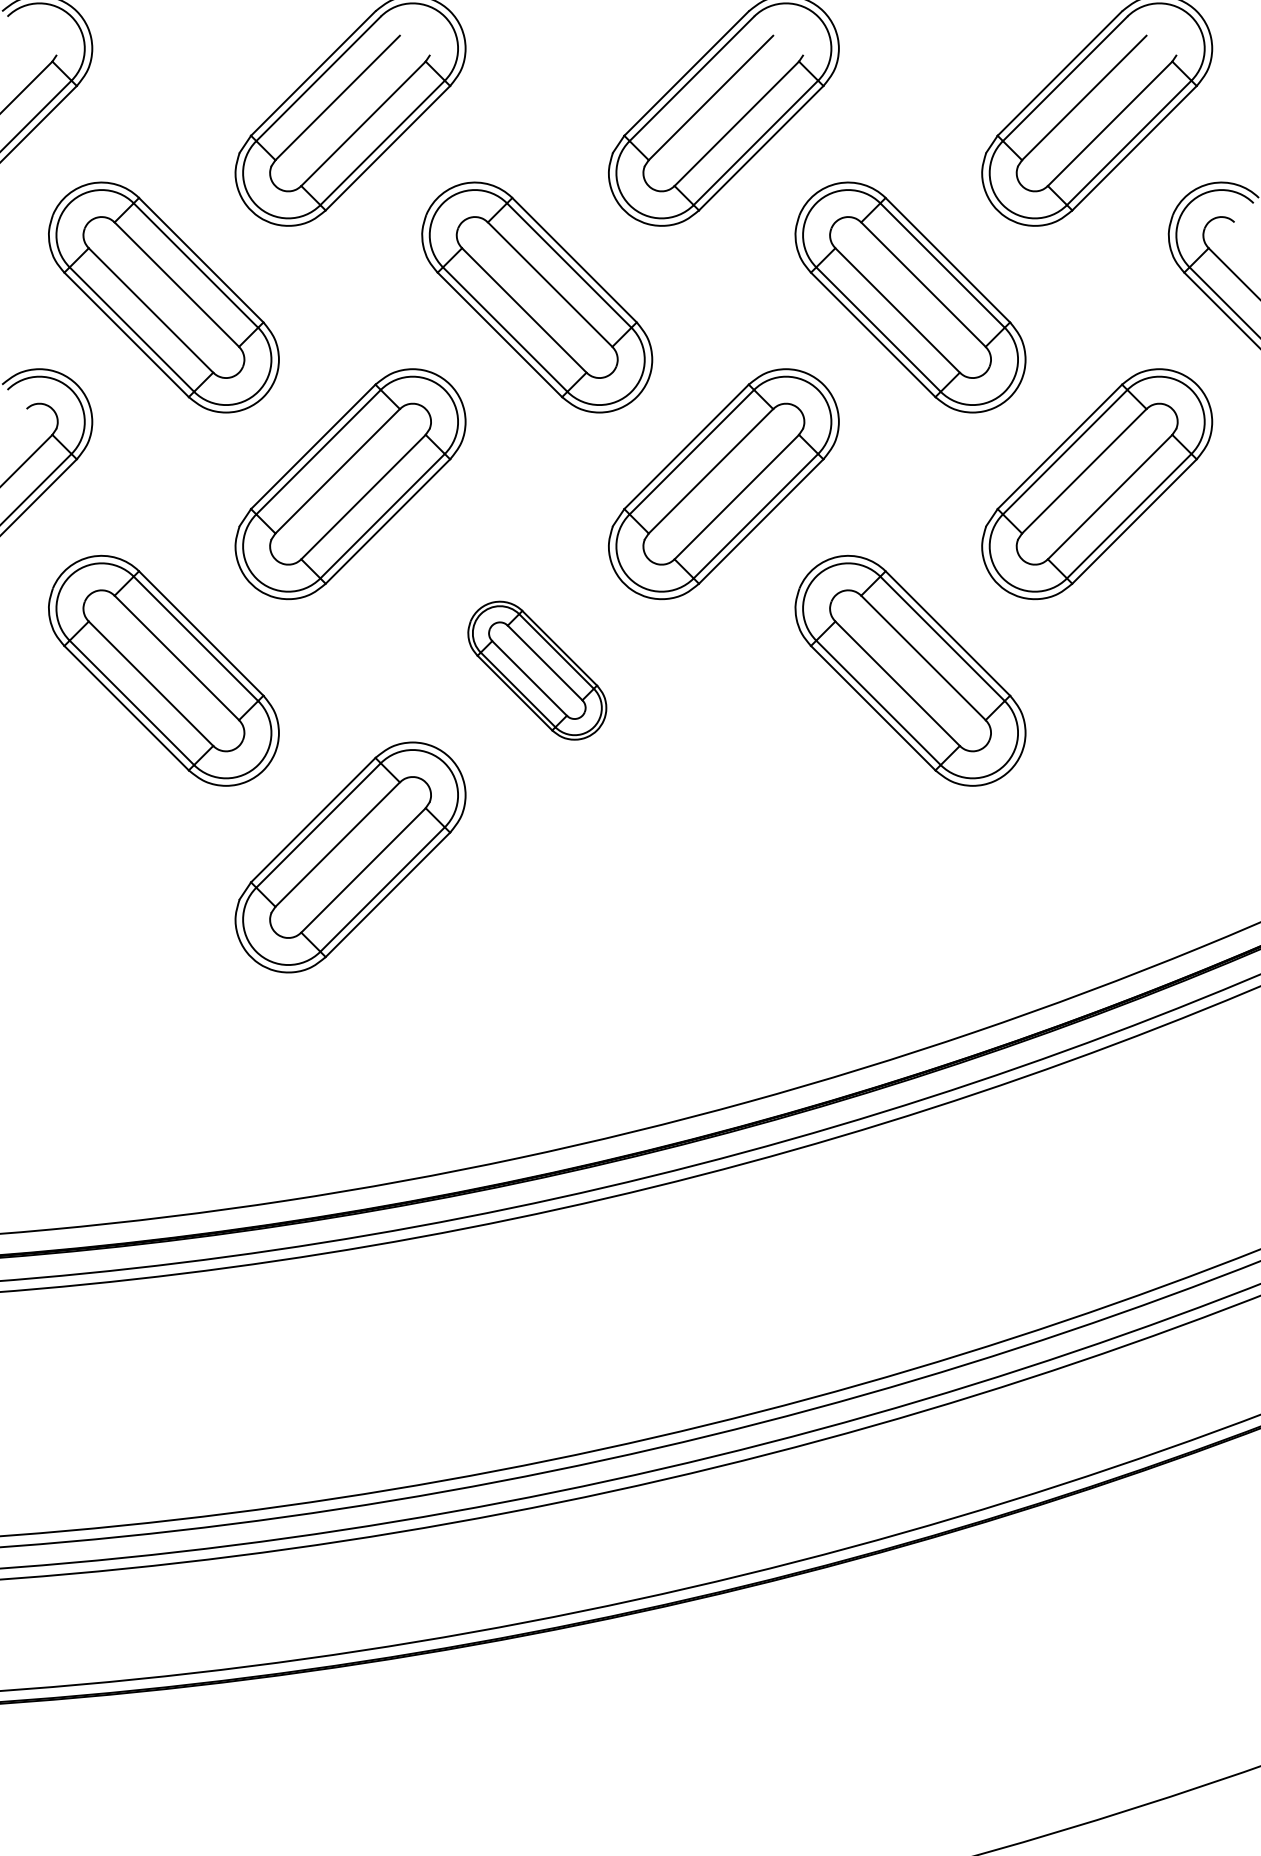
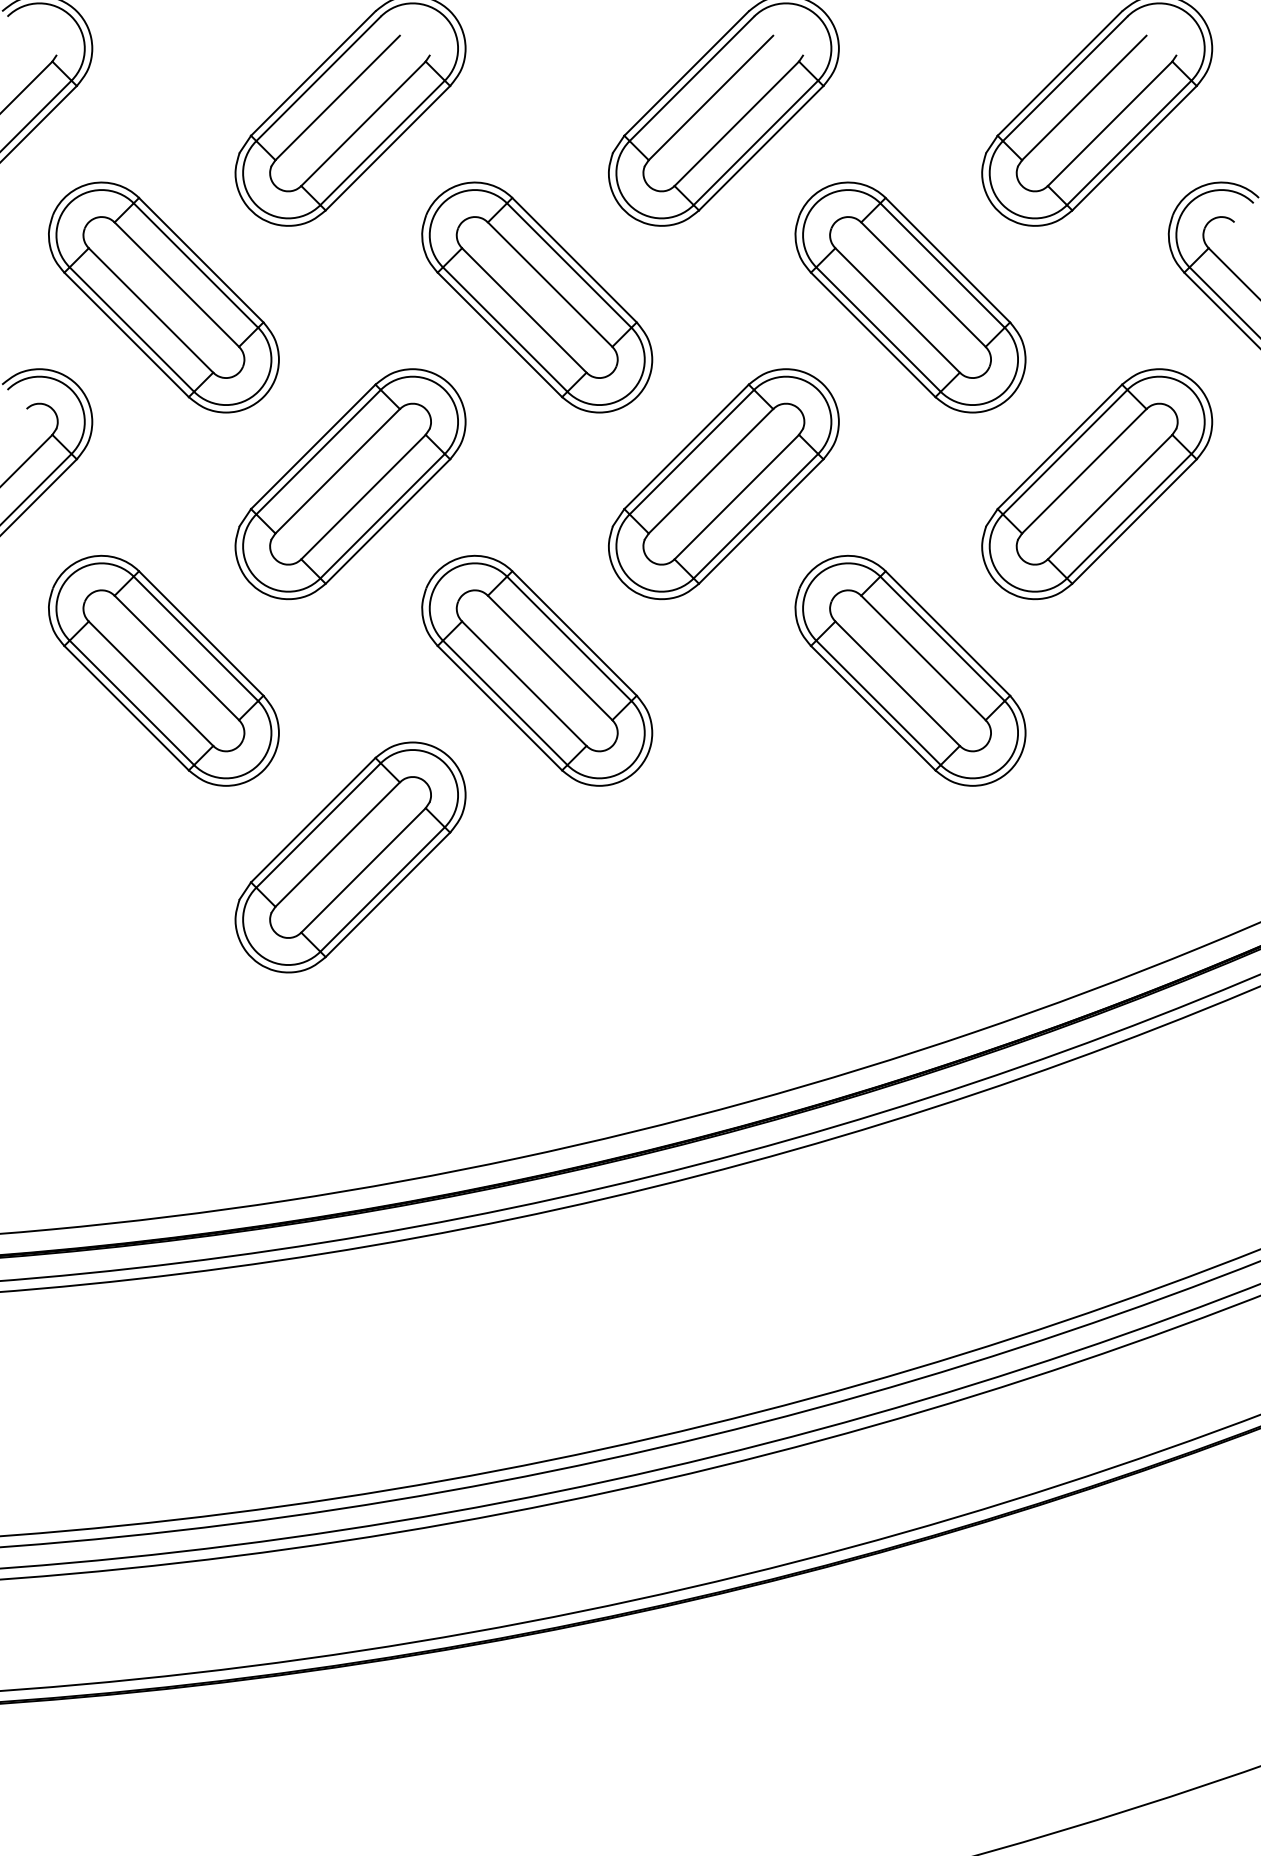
part at (537, 670) size: 141x141 px -> 233x233 px
